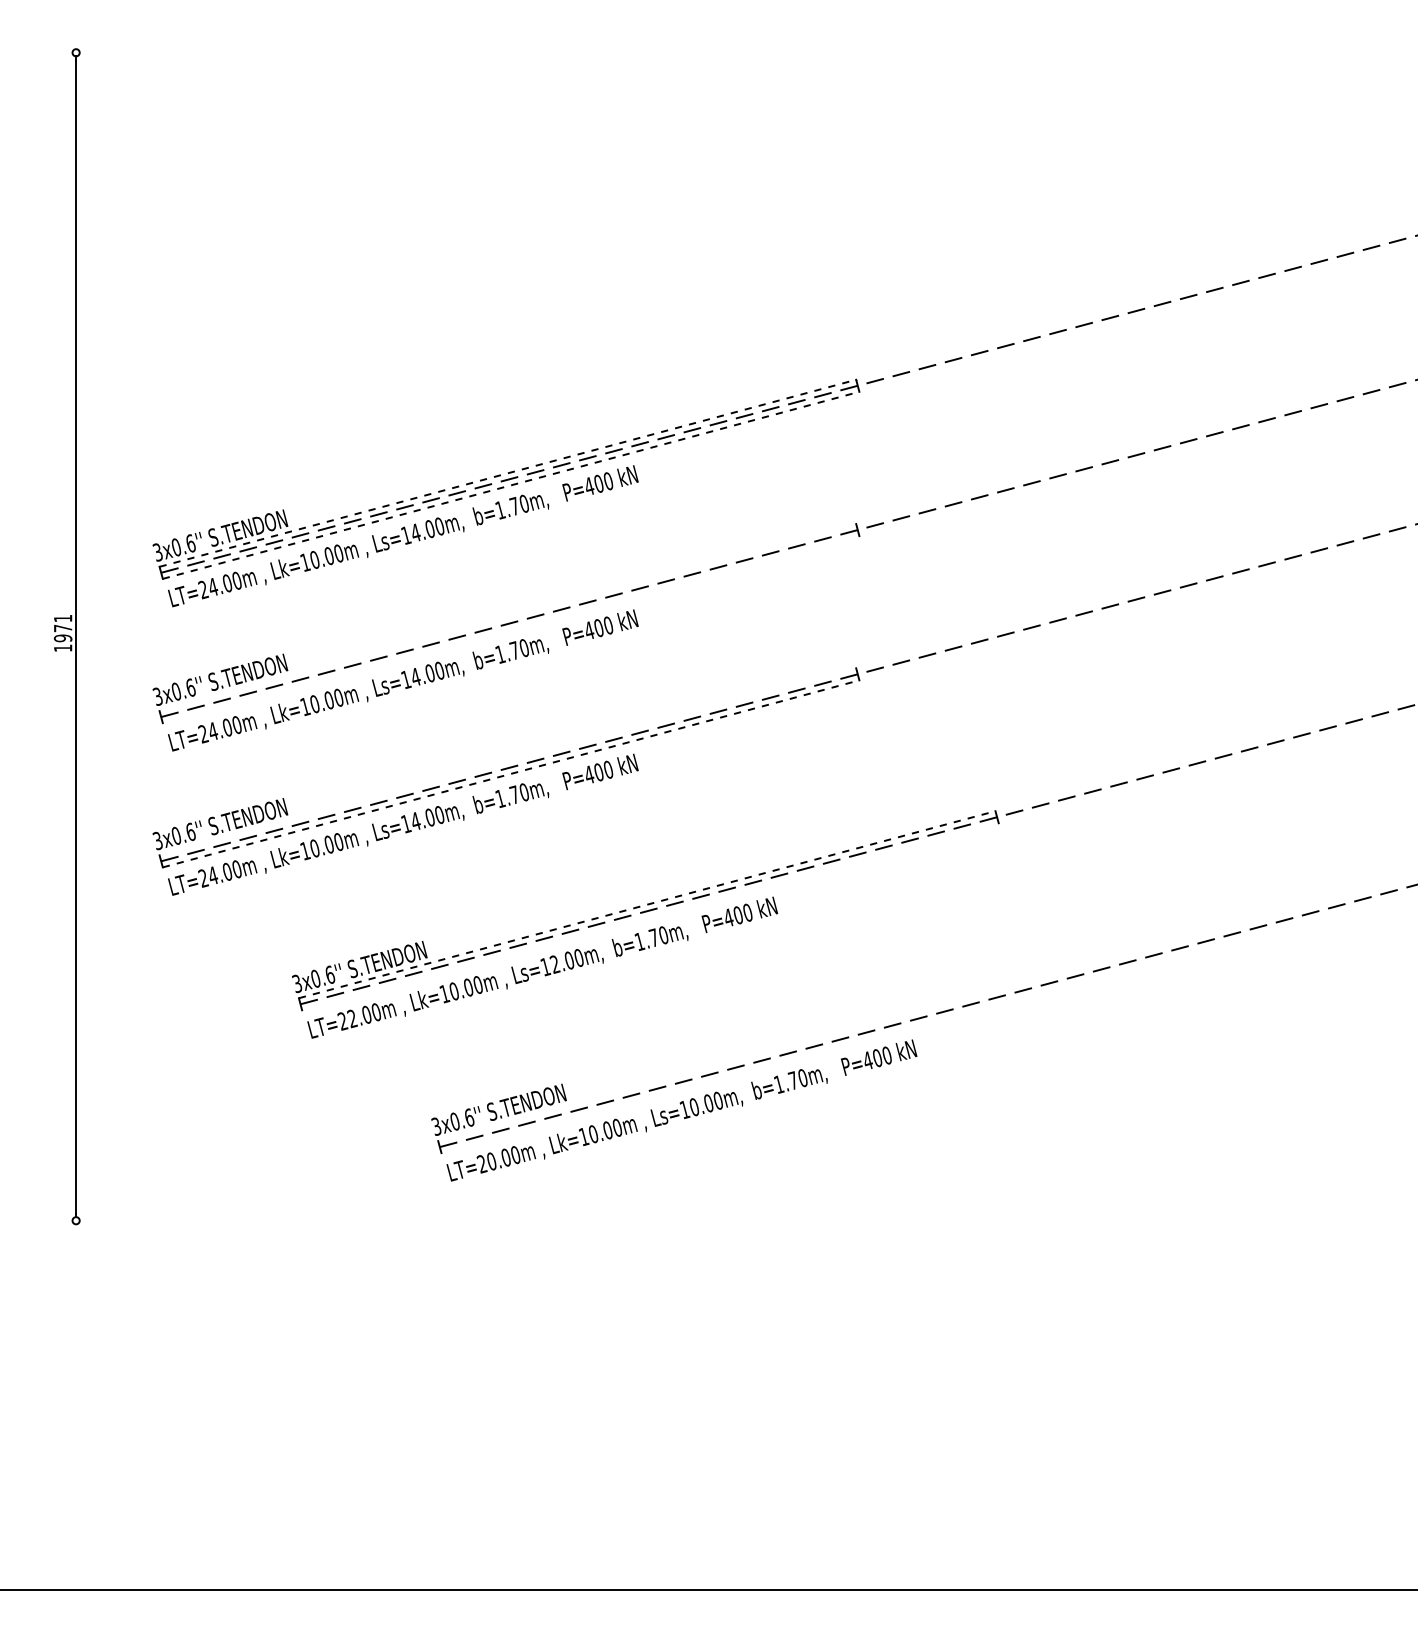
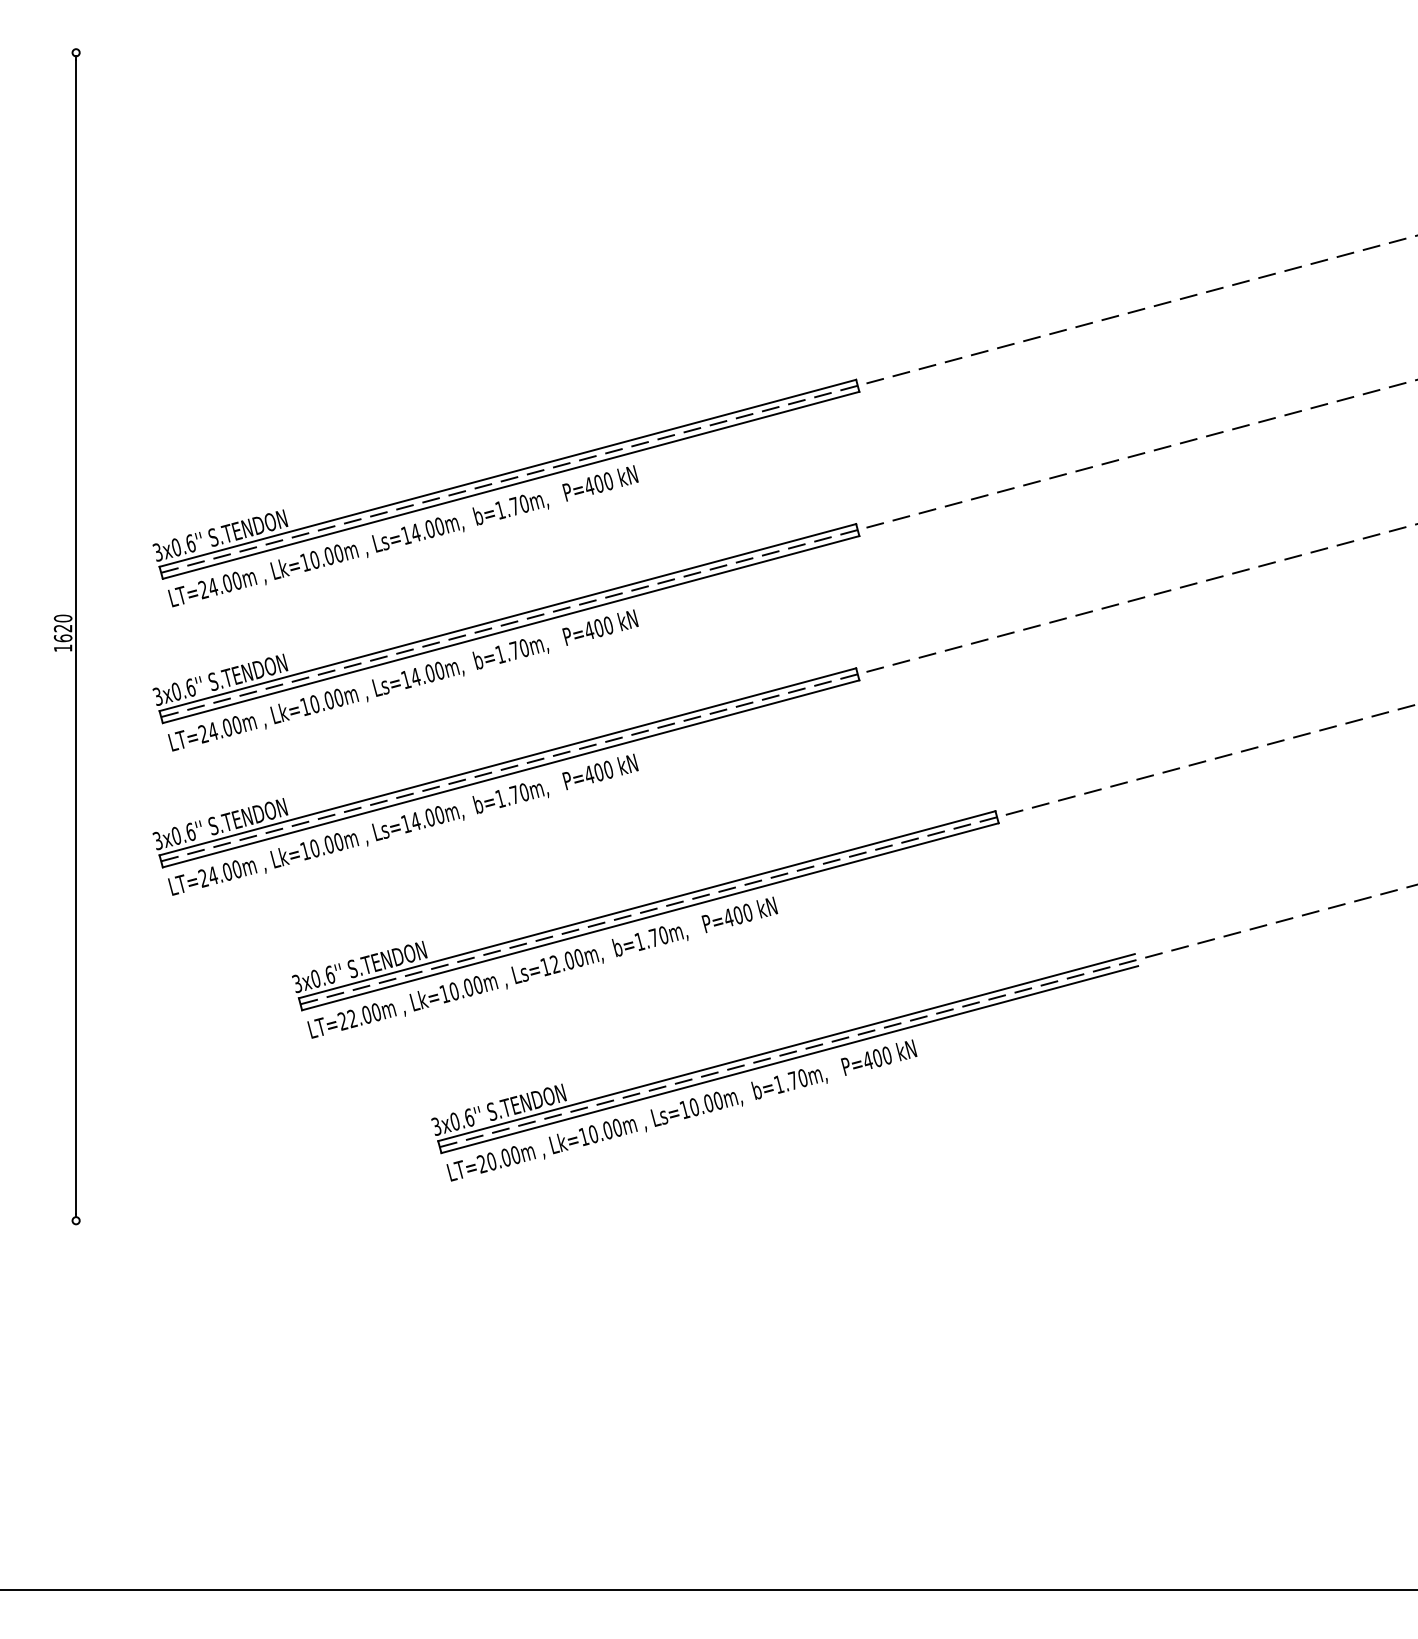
line at (507, 473): dashed -> solid
line at (511, 485): dashed -> solid
line at (507, 617): none -> present
text at (62, 628): 1971 -> 1620
line at (510, 629): none -> present
line at (507, 761): none -> present
line at (511, 773): dashed -> solid
line at (647, 904): dashed -> solid
line at (650, 916): none -> present
line at (786, 1047): none -> present
line at (789, 1059): none -> present
